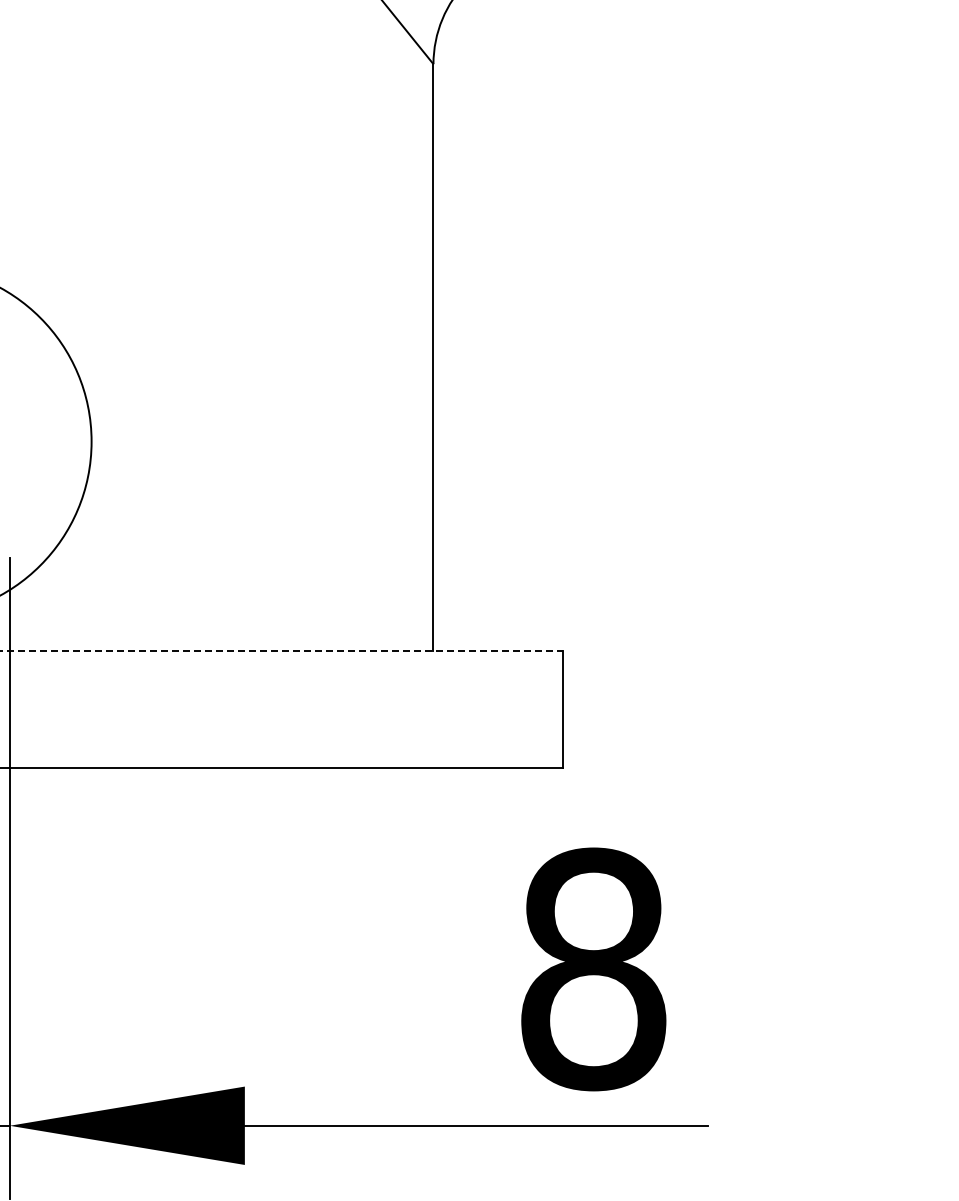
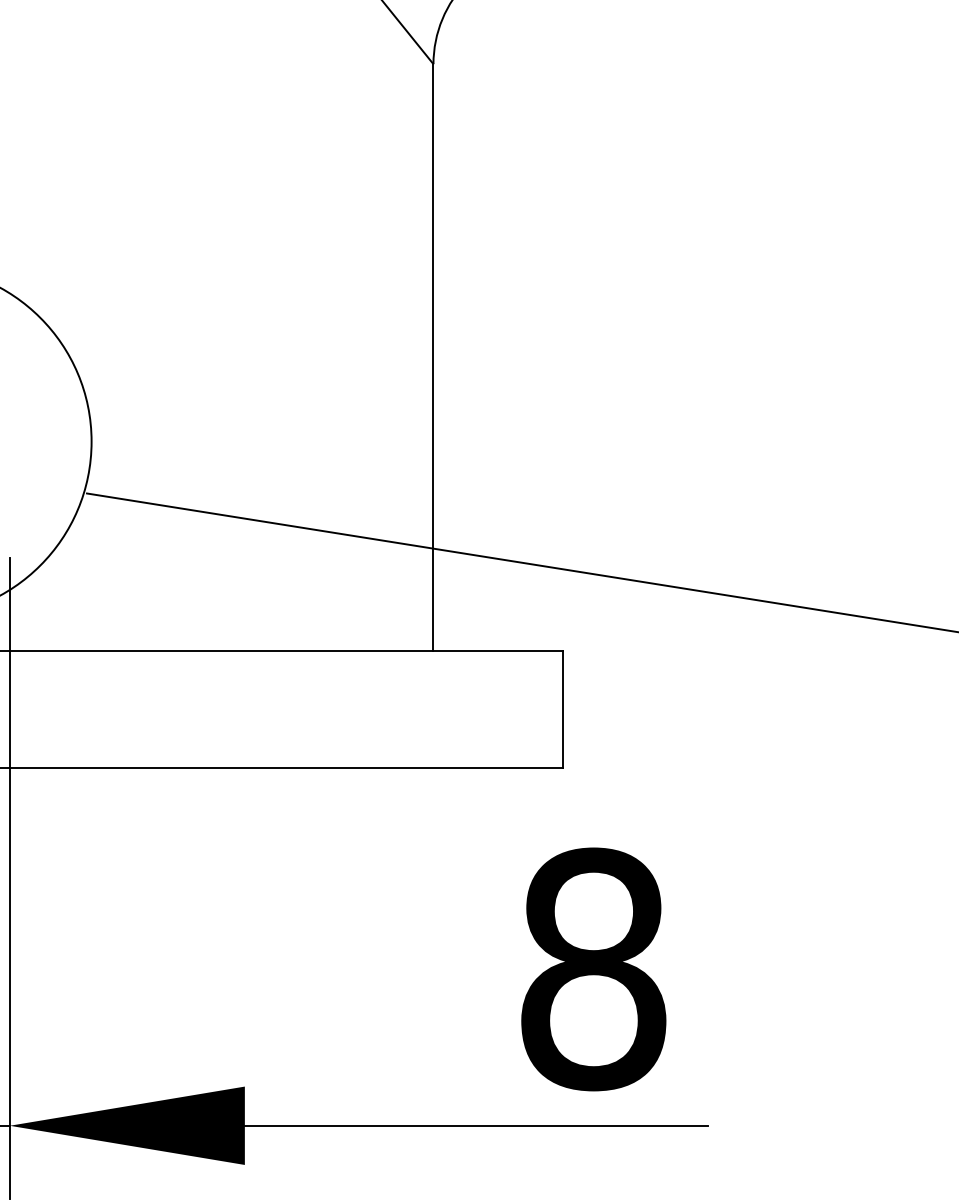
line at (520, 562): none -> present
line at (281, 650): dashed -> solid
